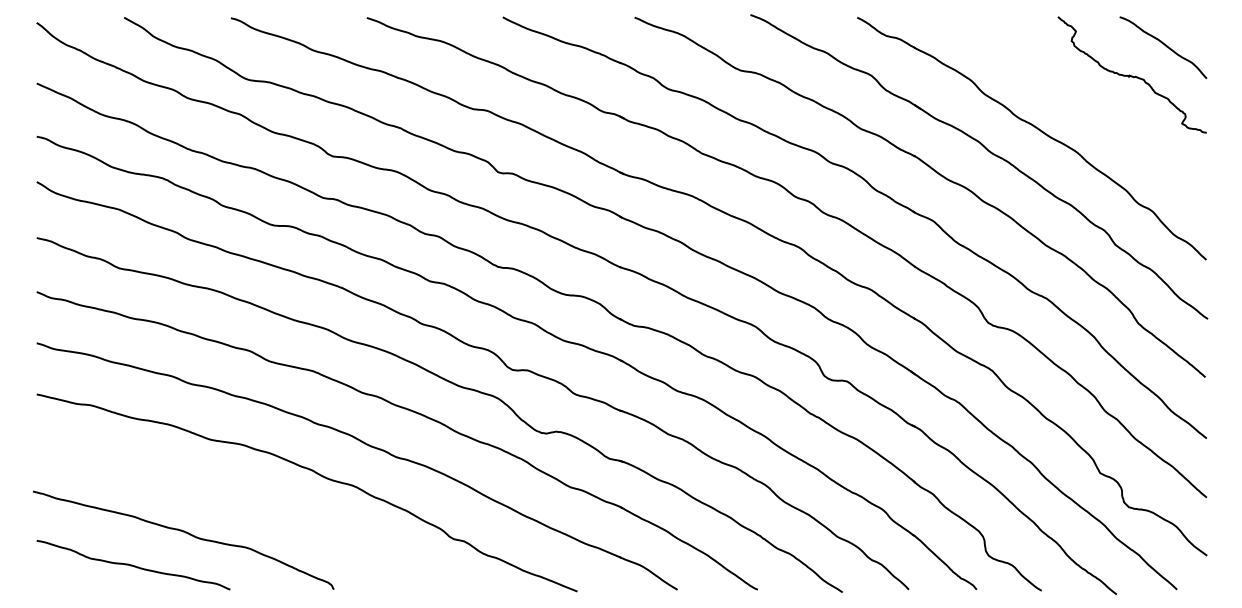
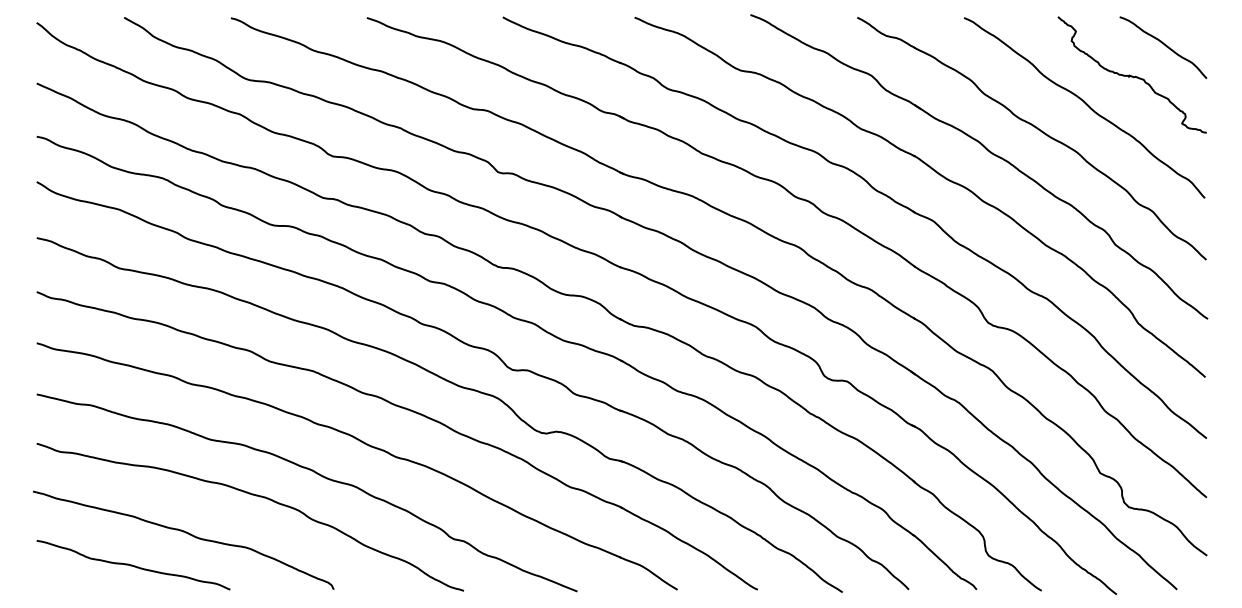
curve at (1086, 105): none -> present
curve at (255, 496): none -> present
